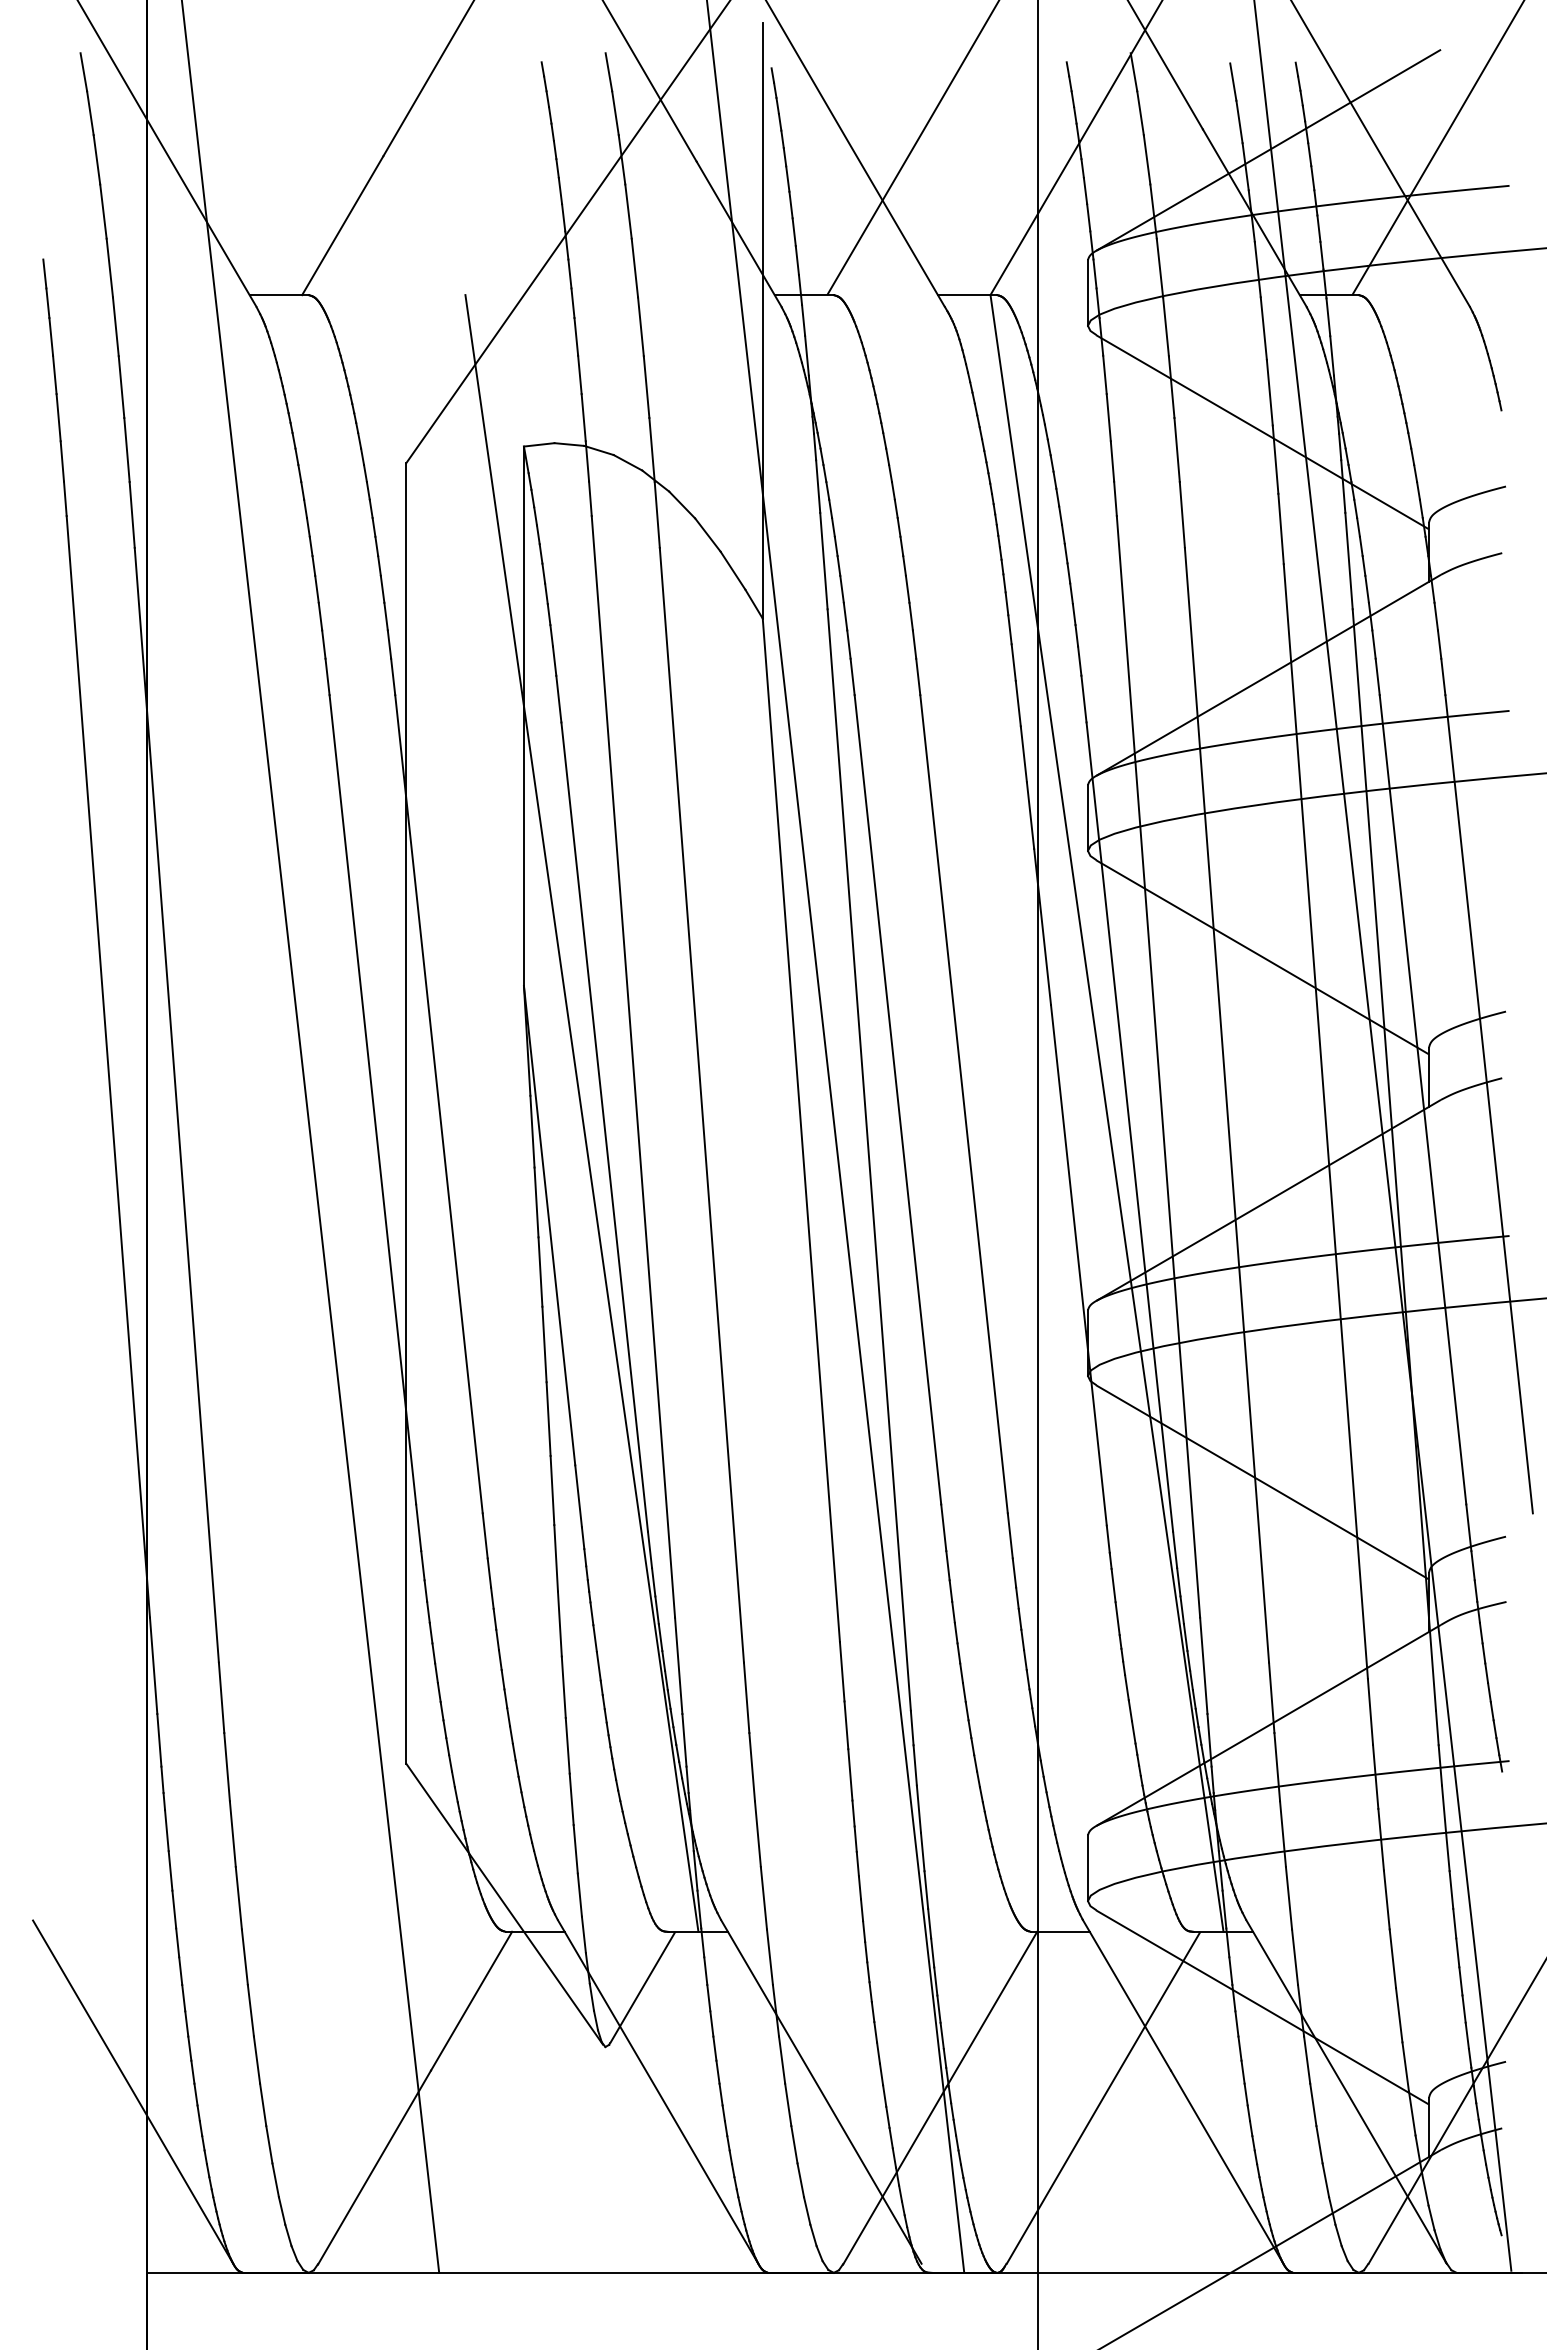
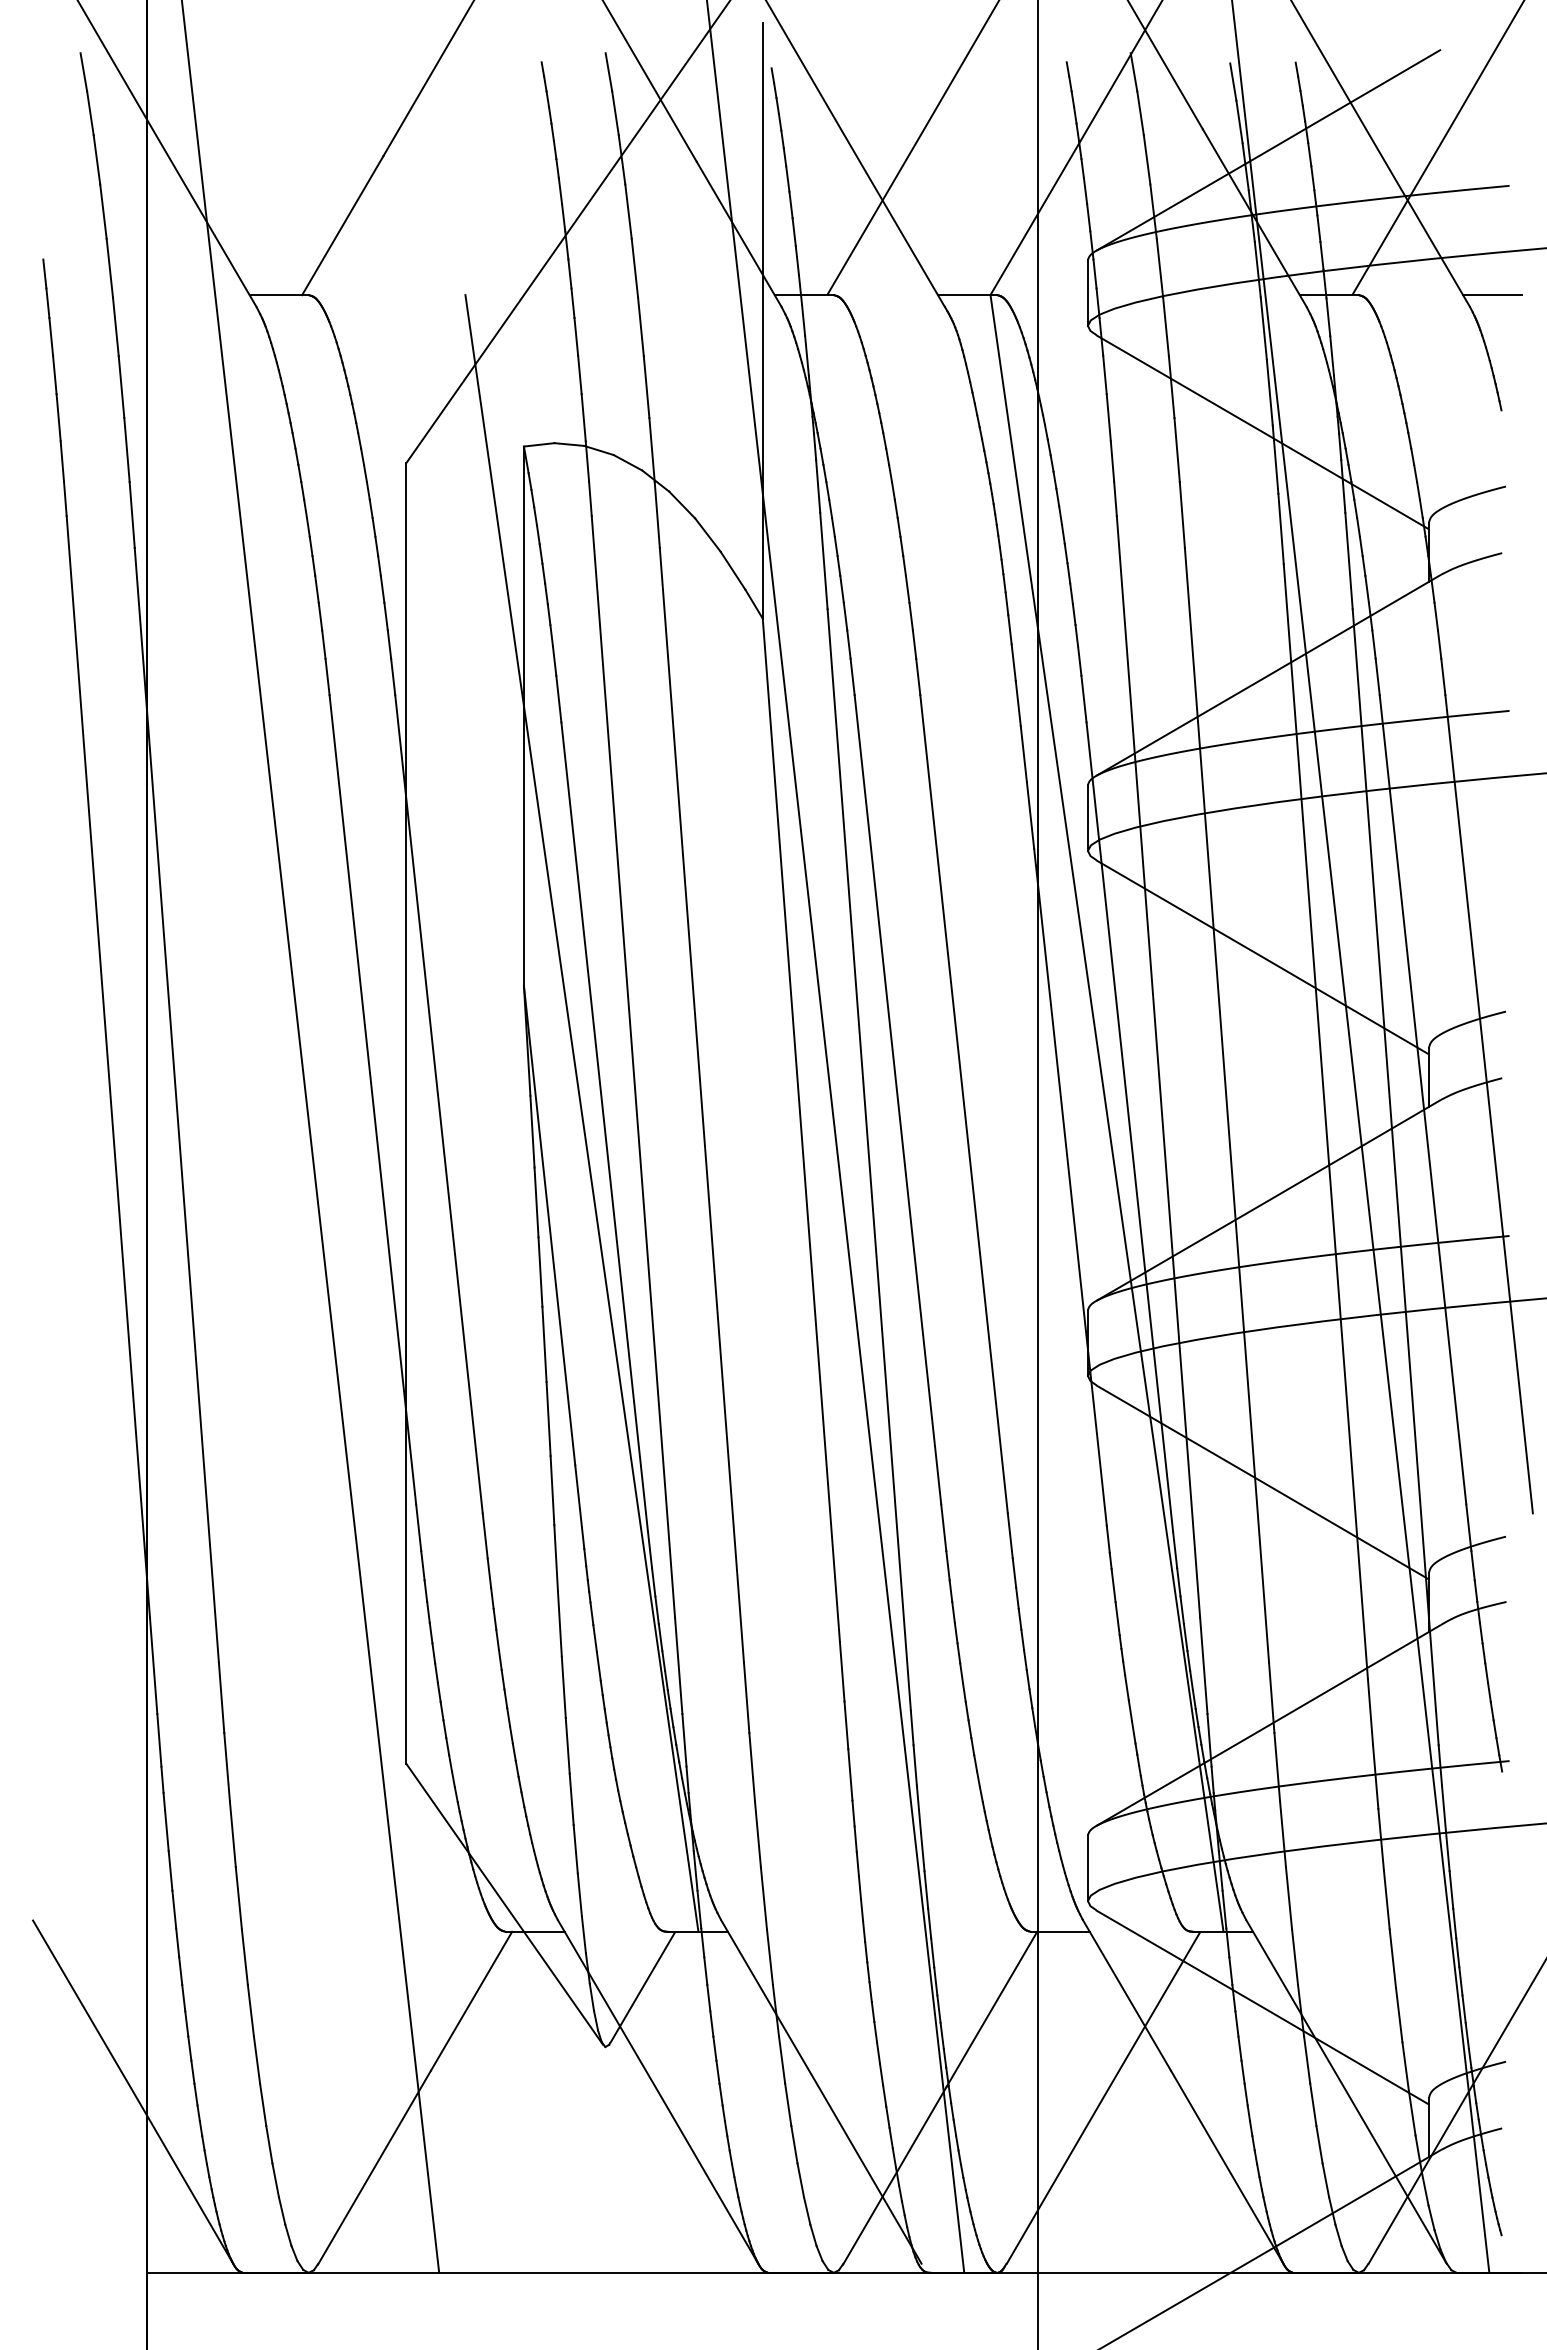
line at (1492, 295): none -> present
line at (1382, 1136) position: (1382, 1136) -> (1360, 1137)
